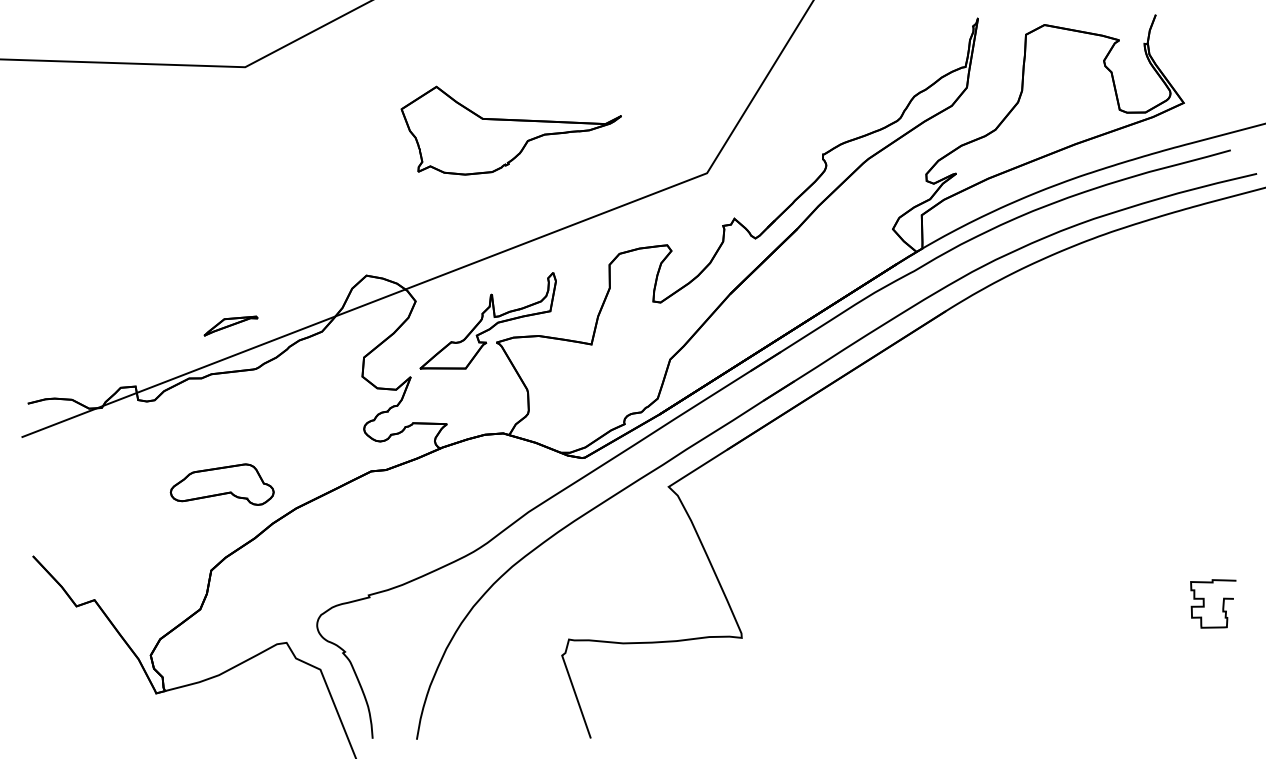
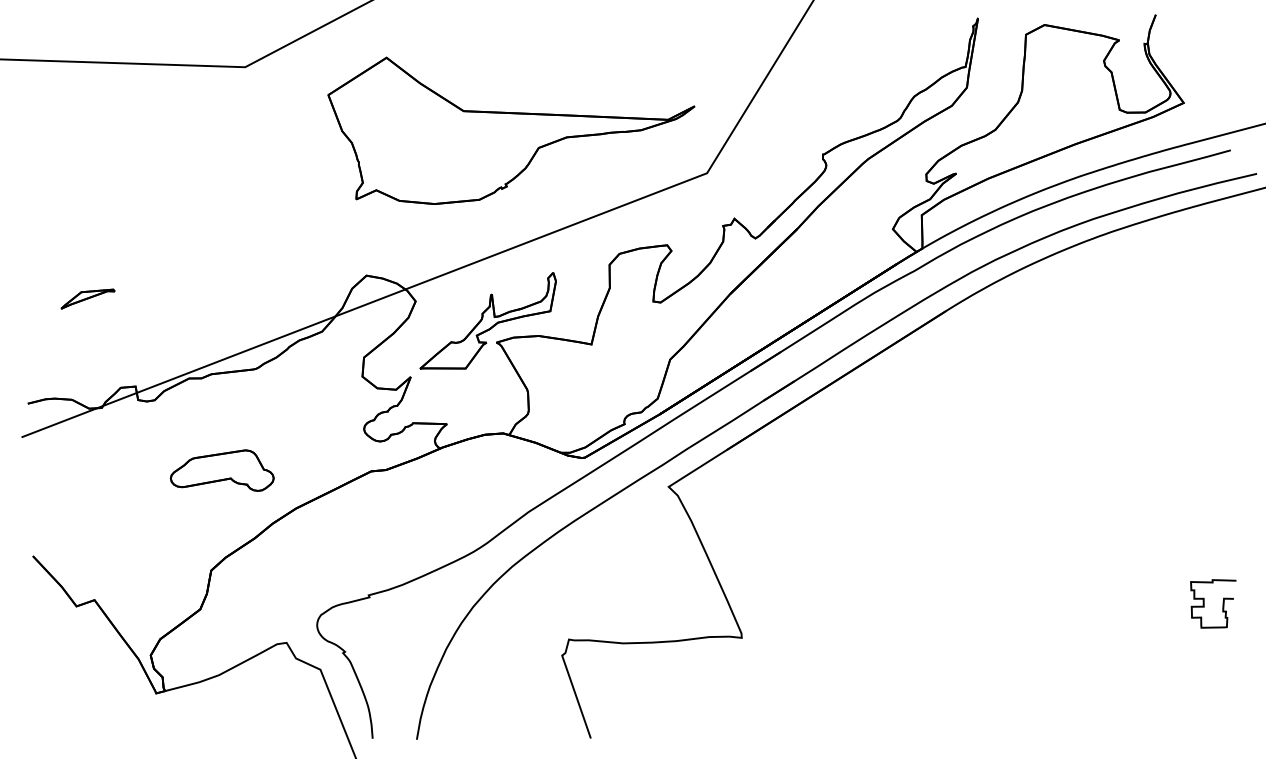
part at (510, 130) size: 222x91 px -> 369x149 px
part at (230, 325) position: (230, 325) -> (87, 298)
part at (221, 484) position: (221, 484) -> (221, 470)
